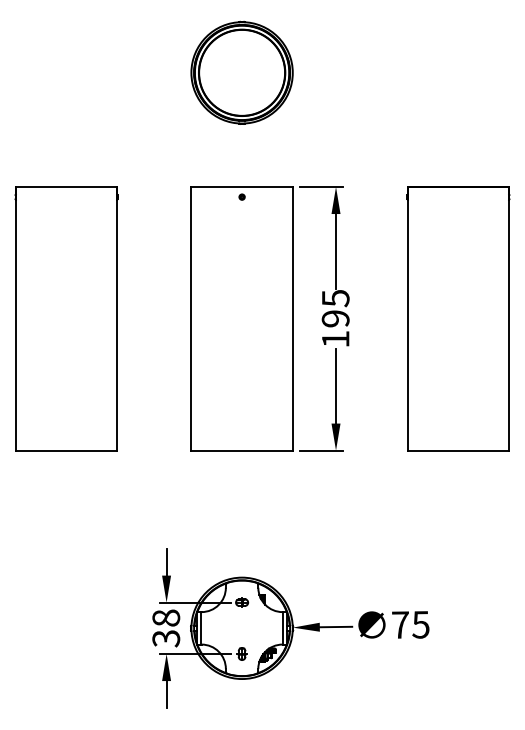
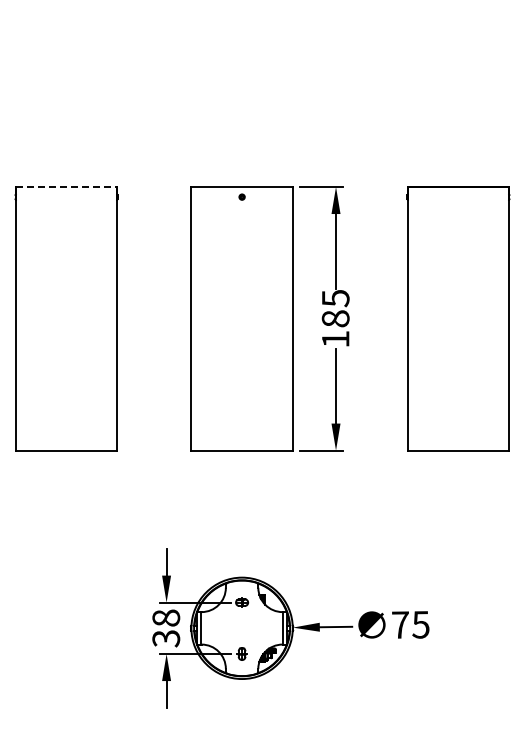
part at (241, 72): present -> none
line at (66, 186): solid -> dashed
text at (335, 318): 195 -> 185
